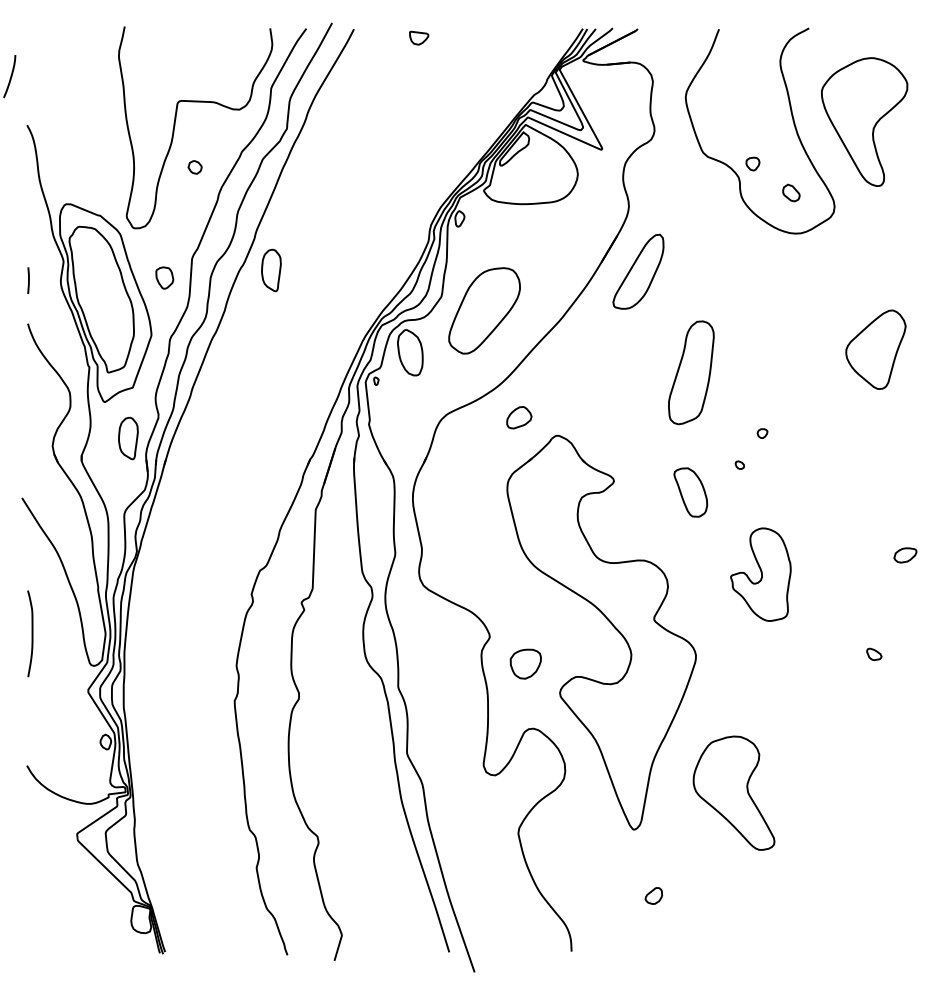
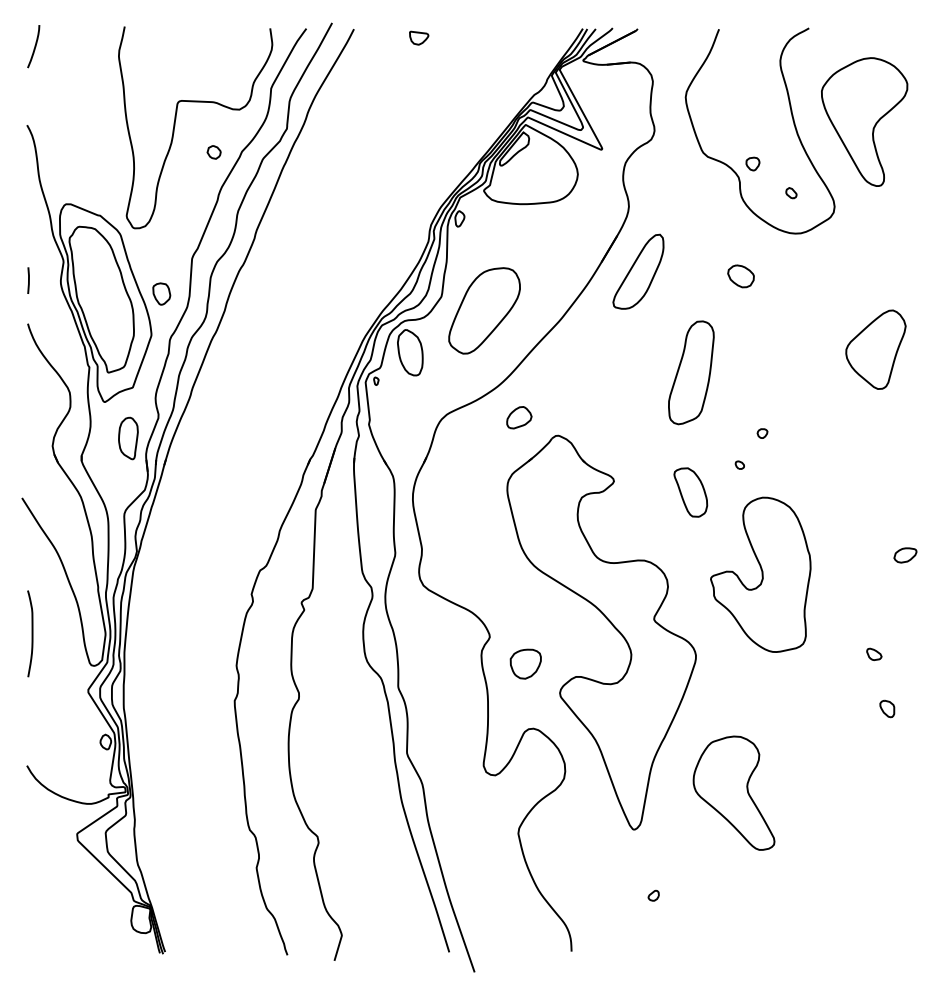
curve at (10, 76) position: (10, 76) -> (34, 46)
part at (194, 167) position: (194, 167) -> (213, 152)
part at (791, 192) size: 19x20 px -> 13x13 px
part at (271, 270): present -> none
part at (740, 276): none -> present
part at (164, 277) position: (164, 277) -> (161, 293)
part at (760, 574) size: 62x95 px -> 102x157 px
part at (887, 708): none -> present
part at (653, 895) size: 19x18 px -> 13x13 px
